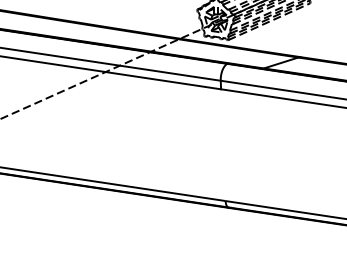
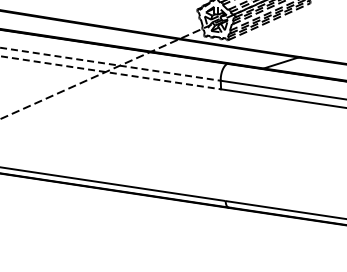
arc at (111, 64): solid -> dashed
arc at (111, 72): solid -> dashed
